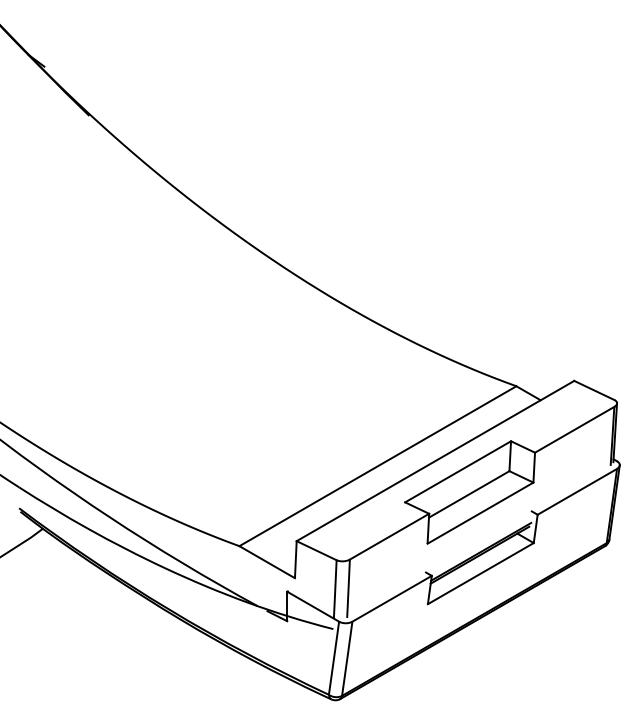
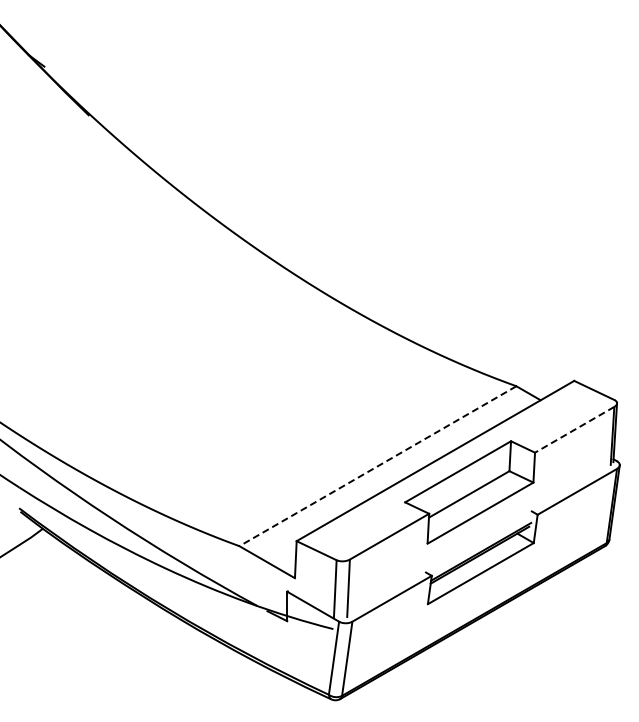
line at (574, 429): solid -> dashed
line at (377, 466): solid -> dashed
